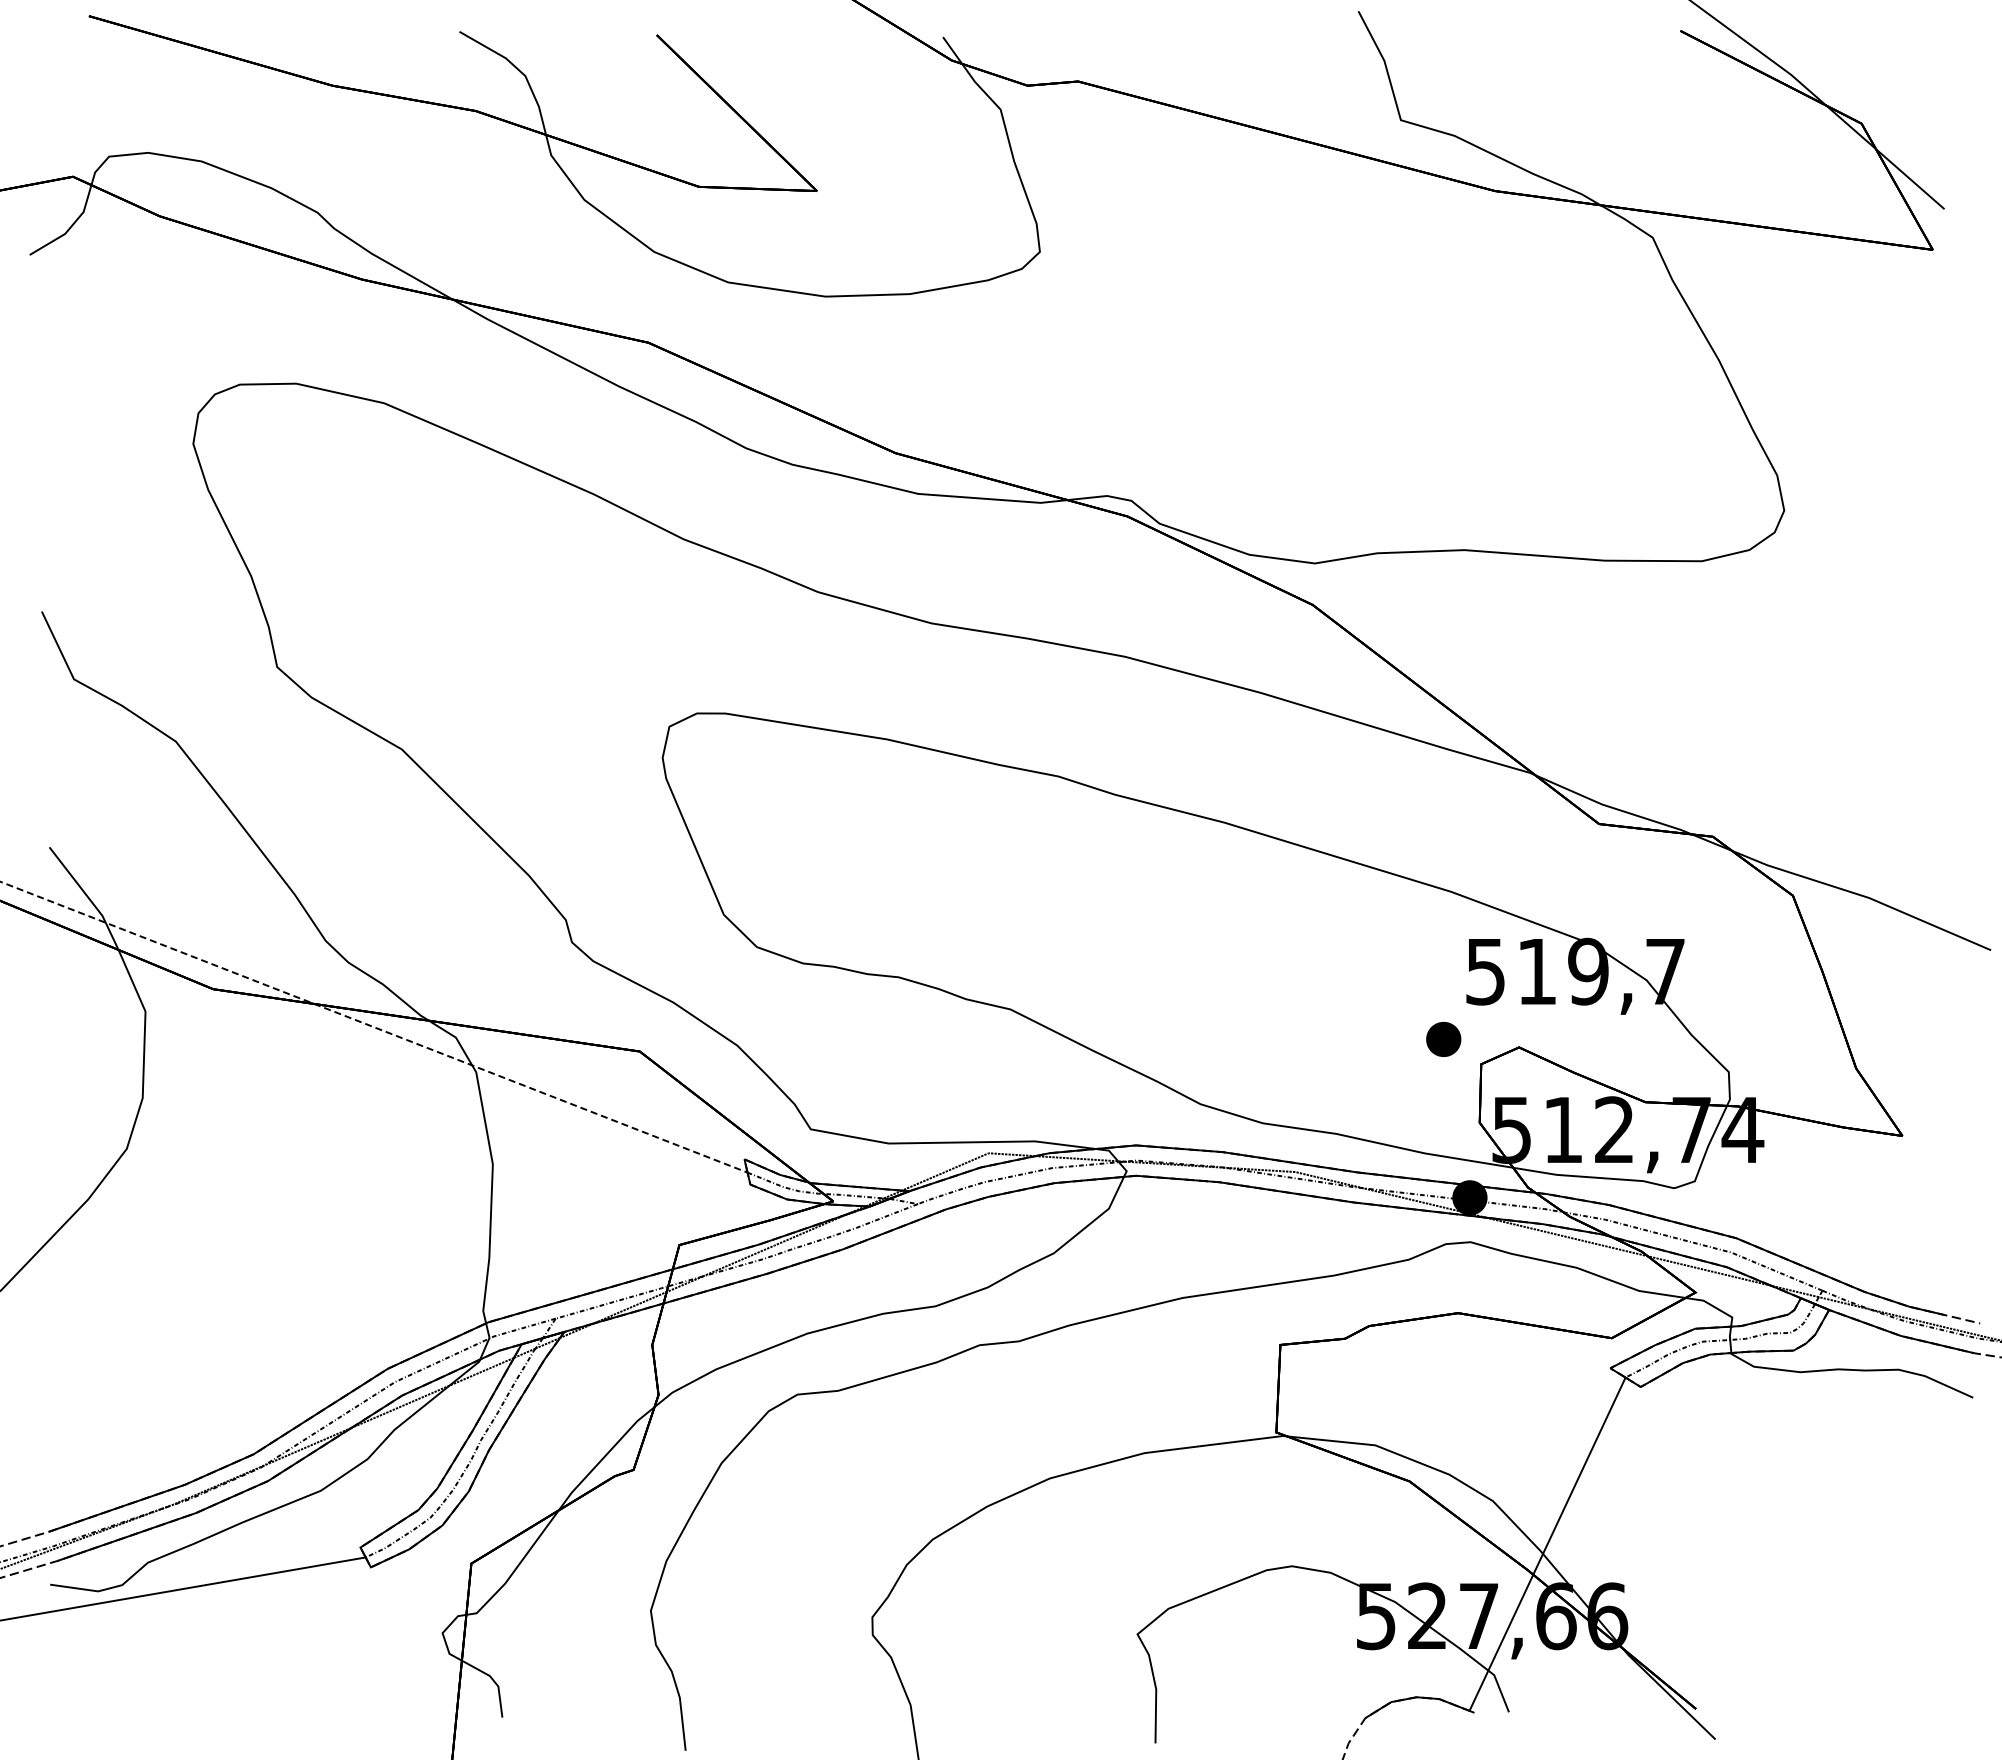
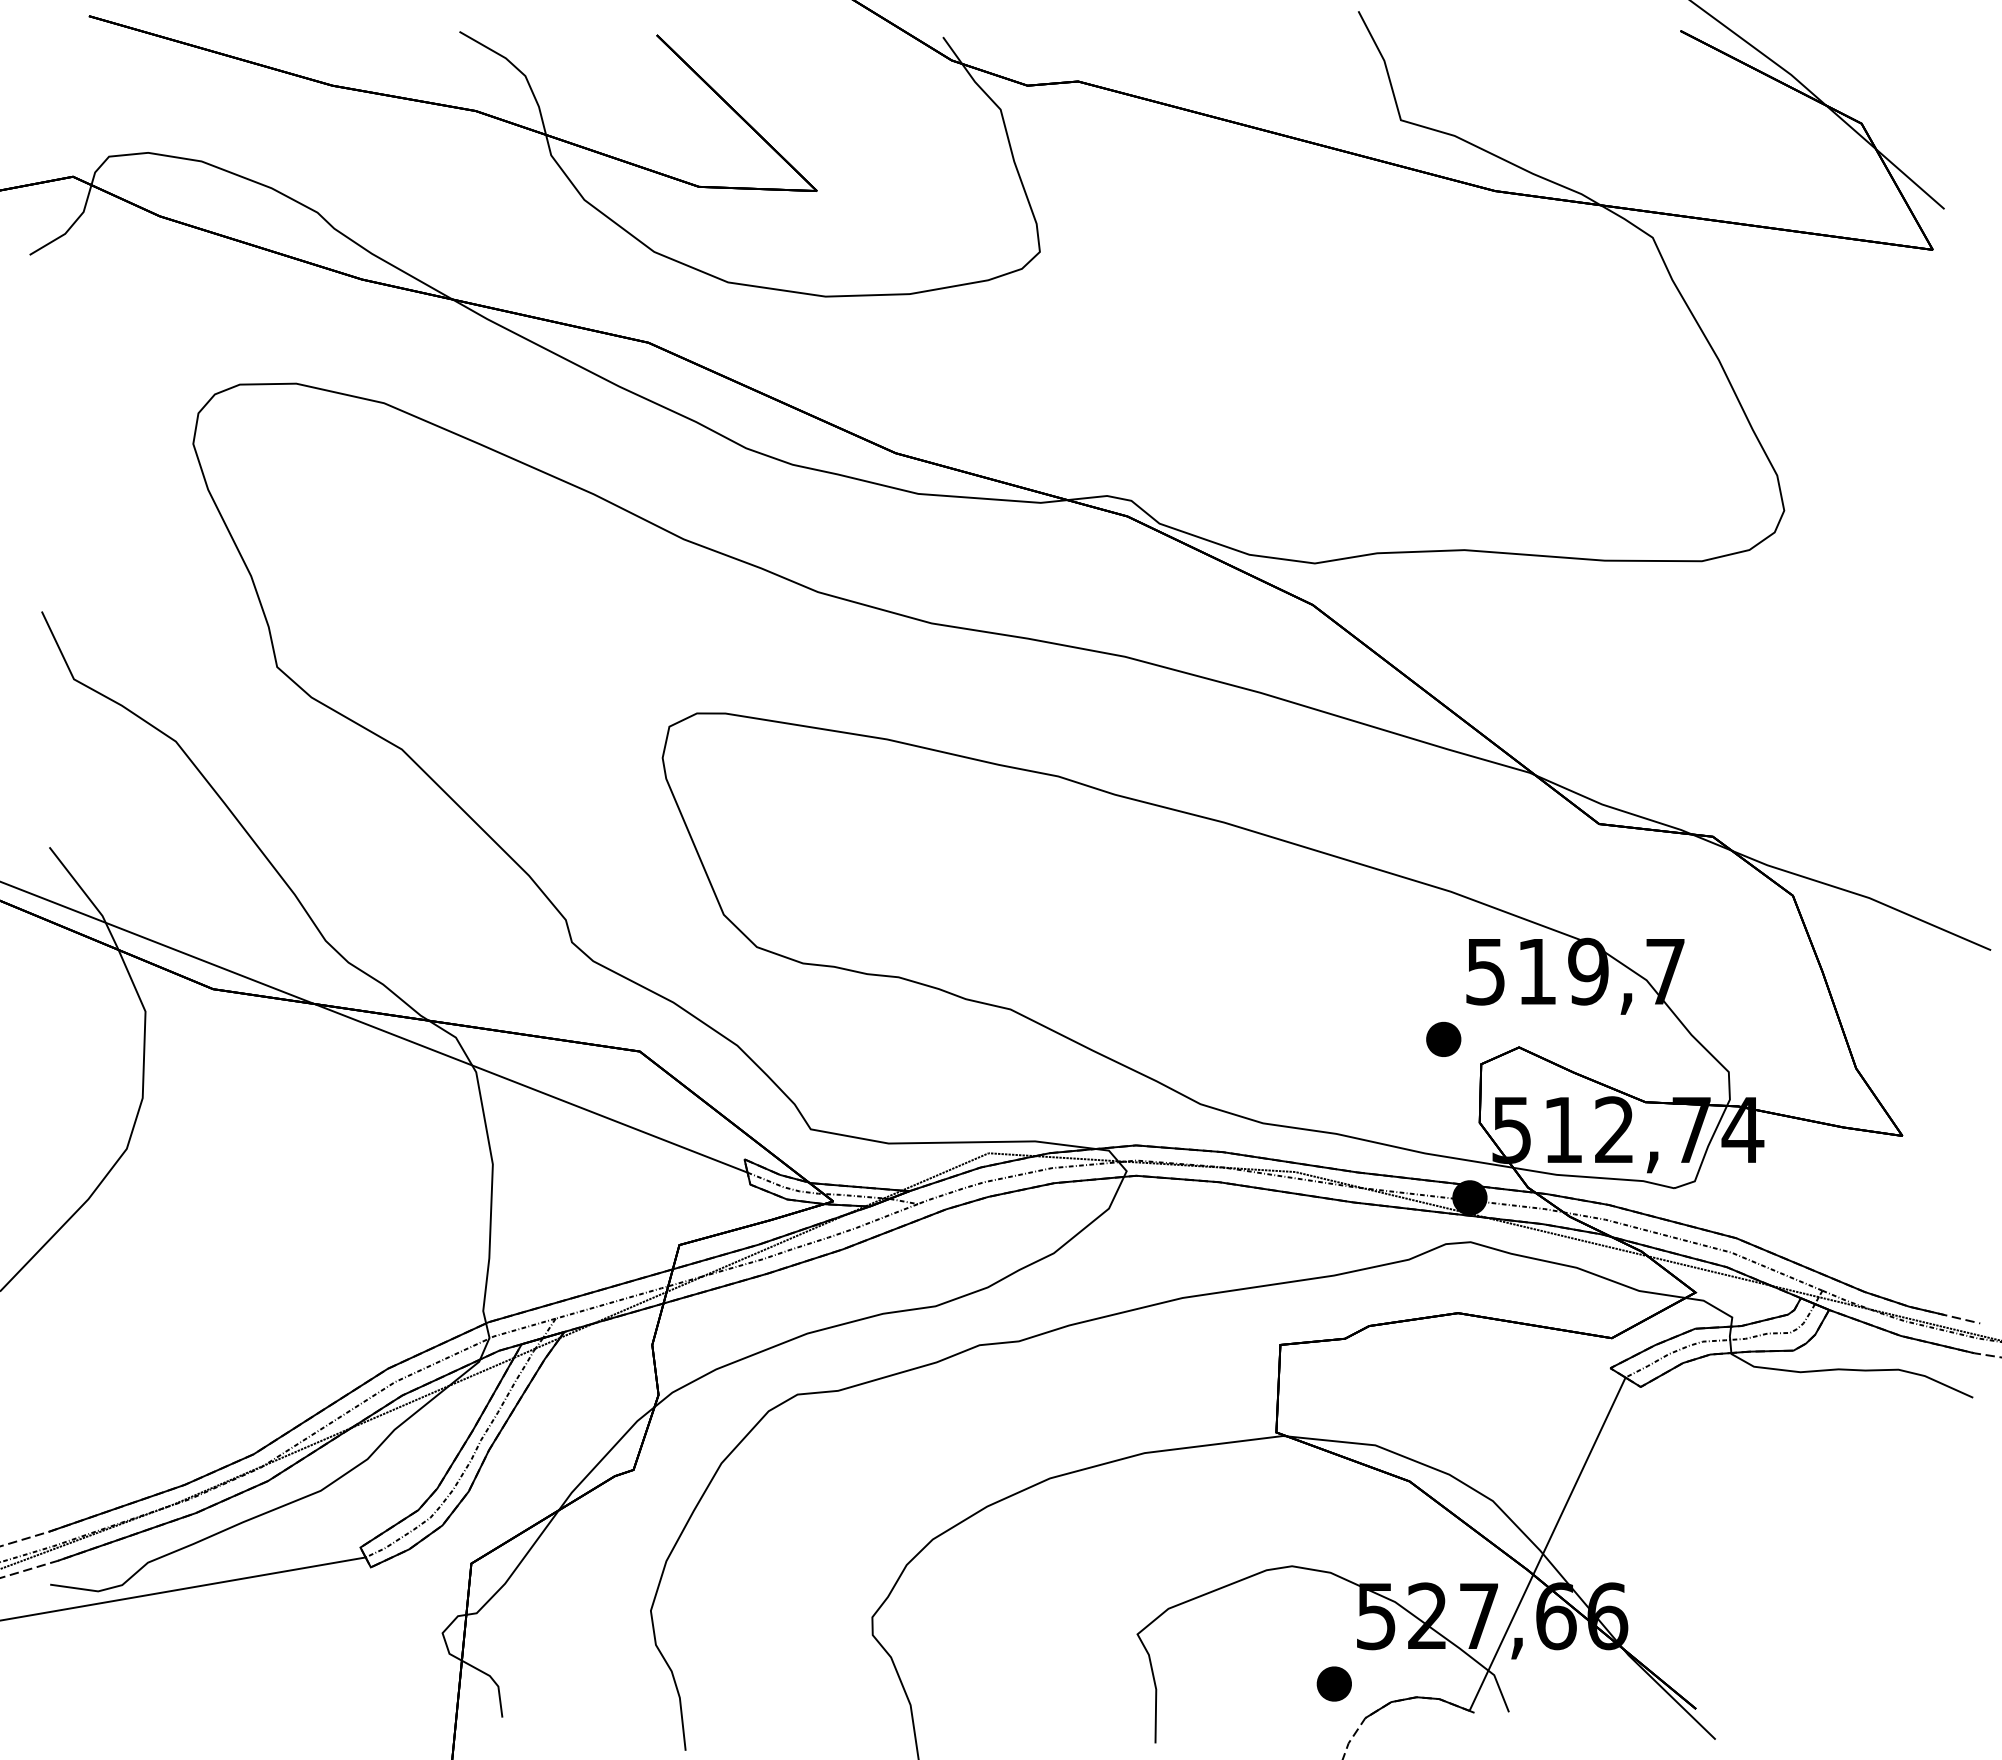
line at (374, 1027): dashed -> solid
part at (1333, 1683): none -> present
